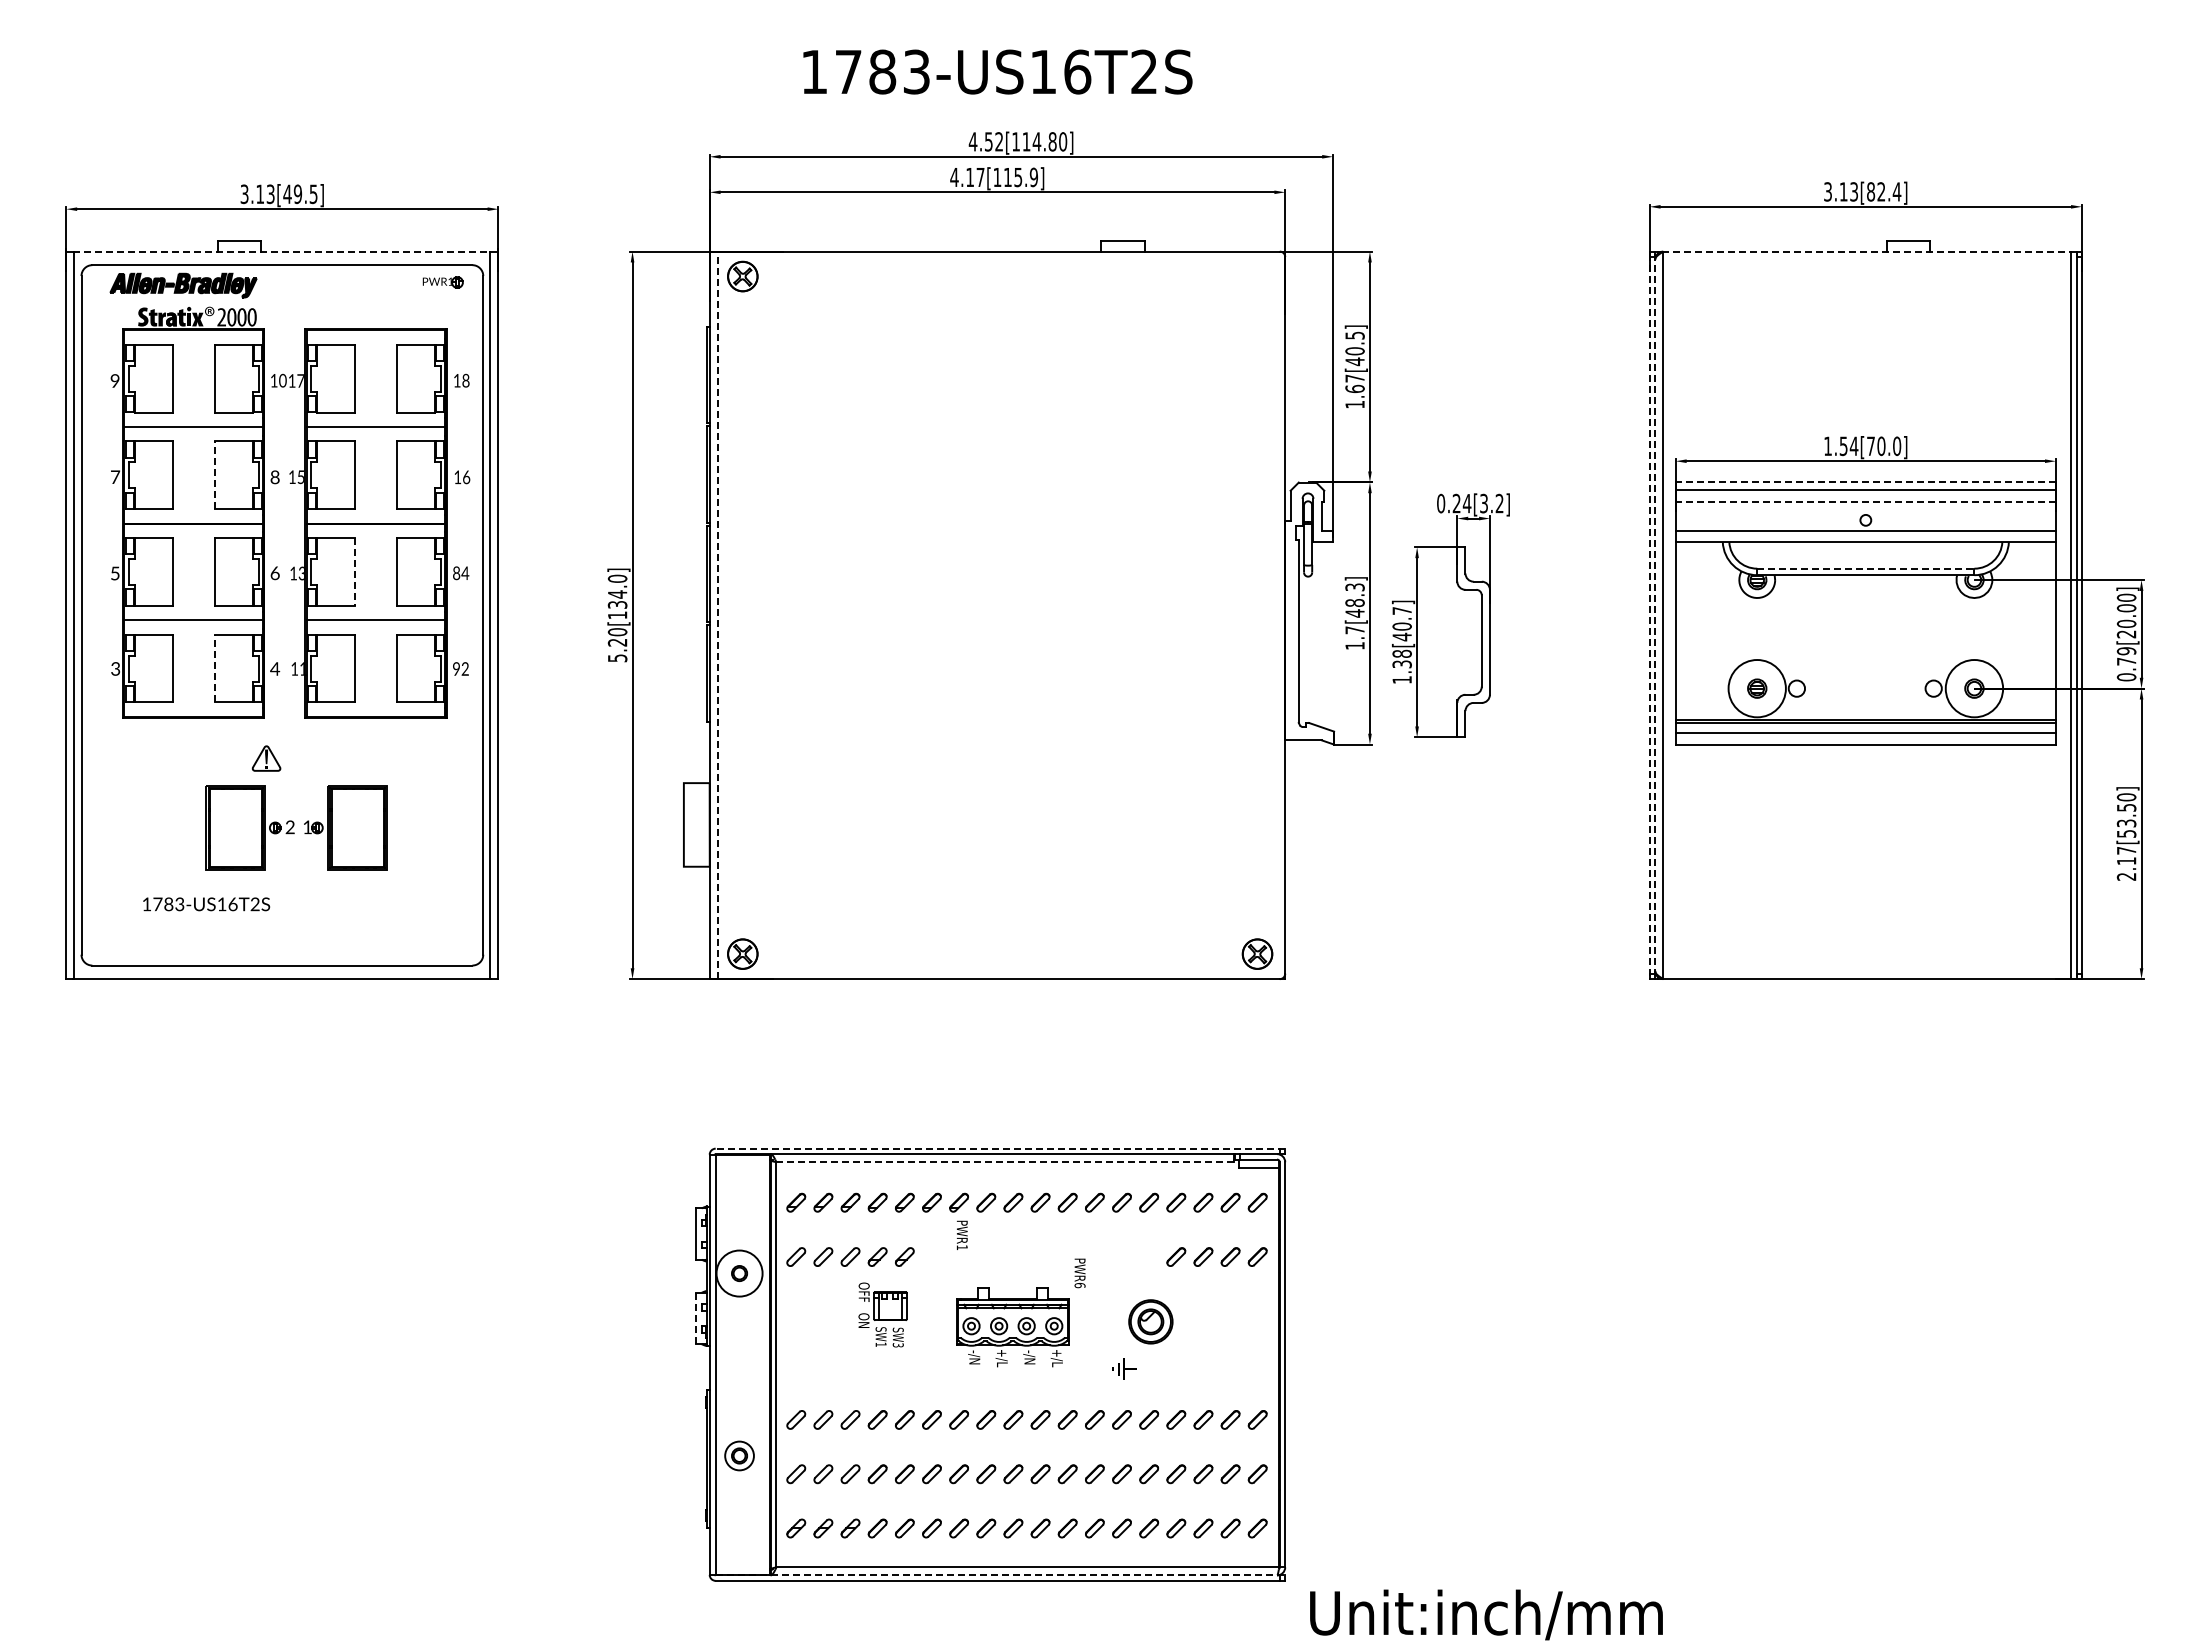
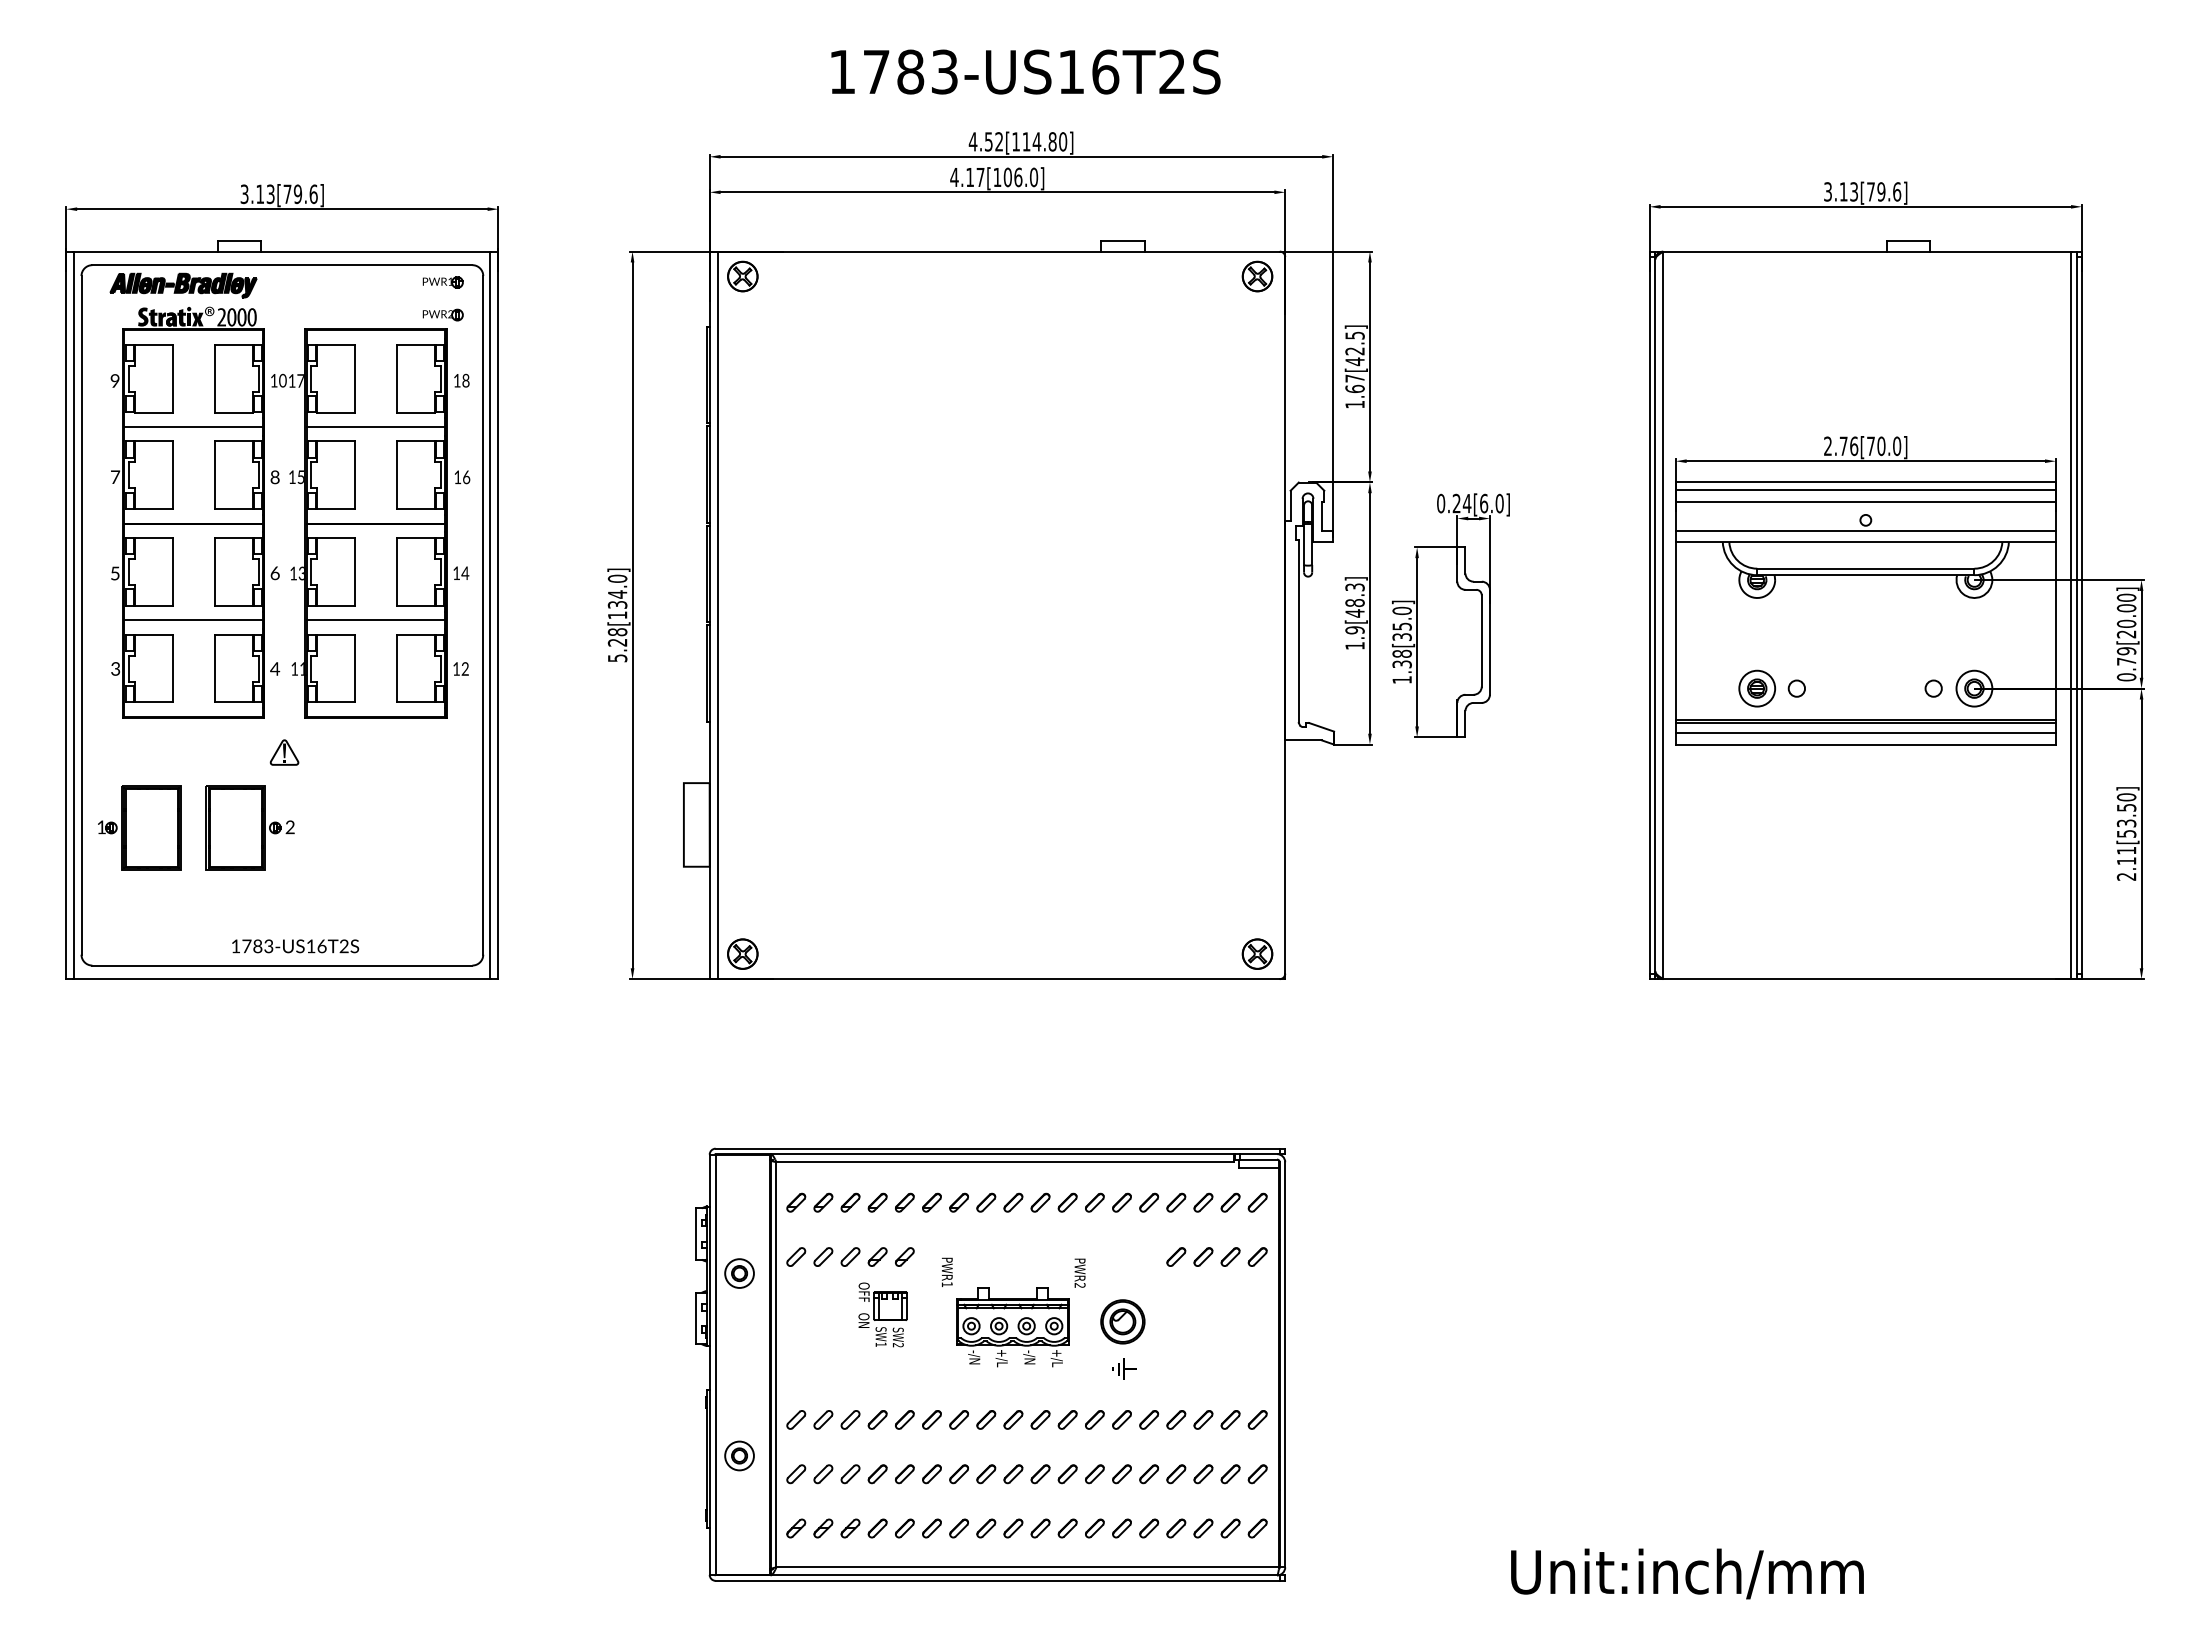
text at (997, 71) position: (997, 71) -> (1025, 71)
text at (1020, 177): 4.17[115.9] -> 4.17[106.0]
text at (1884, 191): 3.13[82.4] -> 3.13[79.6]
text at (300, 194): 3.13[49.5] -> 3.13[79.6]
line at (282, 251): dashed -> solid
line at (1867, 251): dashed -> solid
part at (1257, 276): none -> present
part at (442, 314): none -> present
text at (1354, 351): 1.67[40.5] -> 1.67[42.5]
text at (1841, 446): 1.54[70.0] -> 2.76[70.0]
line at (214, 475): dashed -> solid
line at (1865, 482): dashed -> solid
line at (1865, 501): dashed -> solid
text at (1491, 503): 0.24[3.2] -> 0.24[6.0]
line at (1865, 568): dashed -> solid
line at (355, 571): dashed -> solid
text at (456, 573): 84 -> 14
line at (717, 615): dashed -> solid
line at (1649, 615): dashed -> solid
line at (1655, 615): dashed -> solid
text at (1401, 623): 1.38[40.7] -> 1.38[35.0]
text at (1354, 630): 1.7[48.3] -> 1.9[48.3]
text at (617, 632): 5.20[134.0] -> 5.28[134.0]
line at (214, 668): dashed -> solid
text at (456, 668): 92 -> 12
circle at (1756, 688) diameter: 57 px -> 36 px
circle at (1974, 688) diameter: 57 px -> 36 px
part at (266, 758) position: (266, 758) -> (284, 752)
part at (345, 827) position: (345, 827) -> (139, 827)
text at (2126, 850): 2.17[53.50] -> 2.11[53.50]
text at (206, 904) position: (206, 904) -> (295, 946)
line at (1000, 1148): dashed -> solid
line at (1005, 1162): dashed -> solid
text at (962, 1234) position: (962, 1234) -> (947, 1271)
circle at (739, 1273) diameter: 46 px -> 29 px
text at (1079, 1285): PWR6 -> PWR2
line at (696, 1318): dashed -> solid
part at (1150, 1321) position: (1150, 1321) -> (1122, 1321)
text at (897, 1345): SW3 -> SW2
line at (1000, 1575): dashed -> solid
text at (1486, 1614) position: (1486, 1614) -> (1687, 1573)
